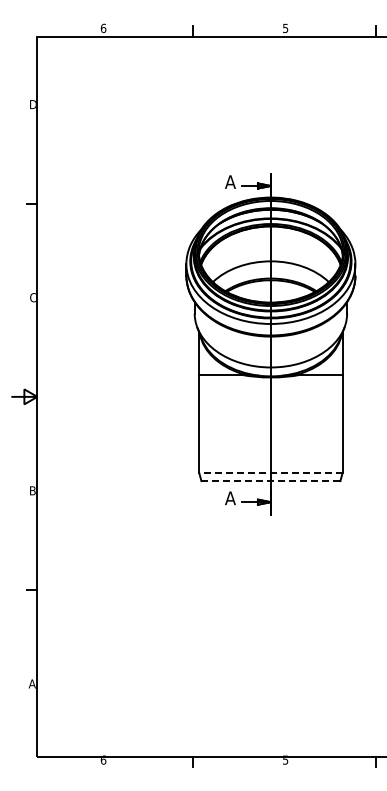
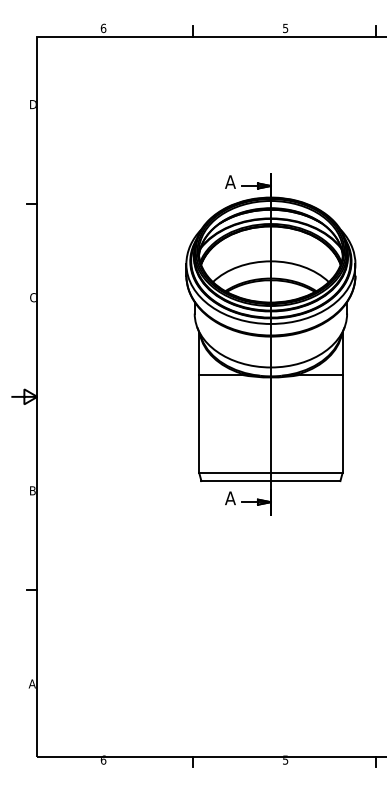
line at (270, 473): dashed -> solid
line at (270, 481): dashed -> solid
